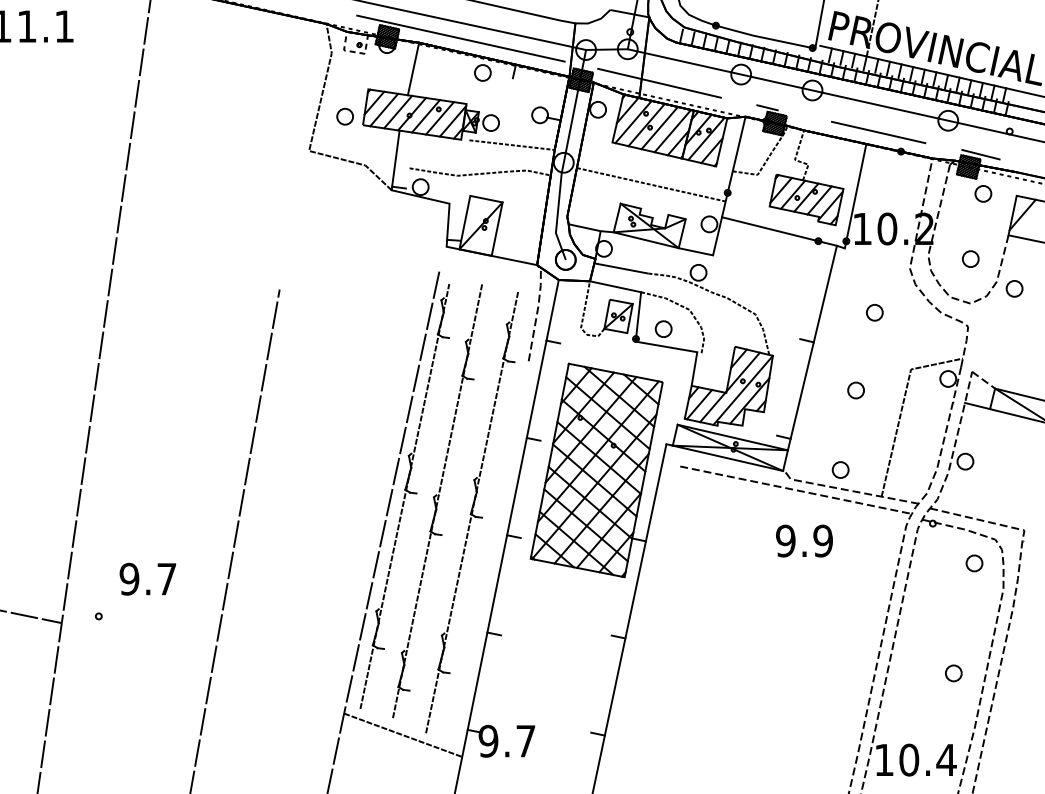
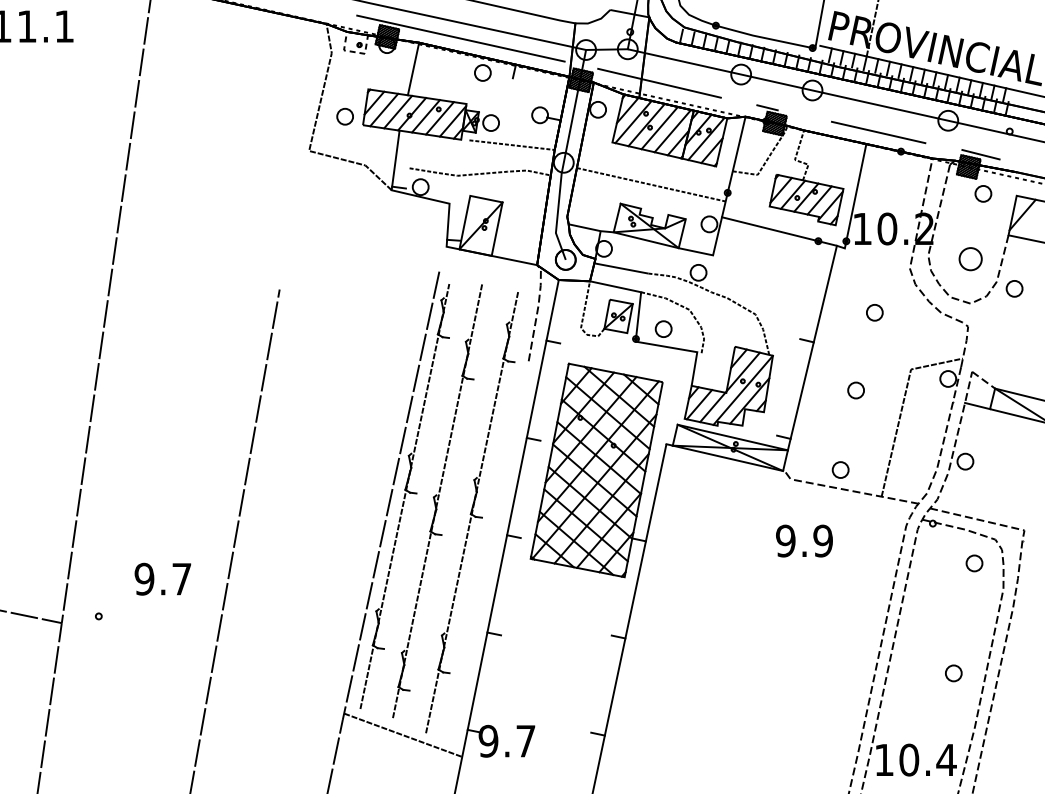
part at (970, 258) size: 18x18 px -> 25x25 px
line at (795, 489): present -> none
text at (147, 578) position: (147, 578) -> (162, 578)
